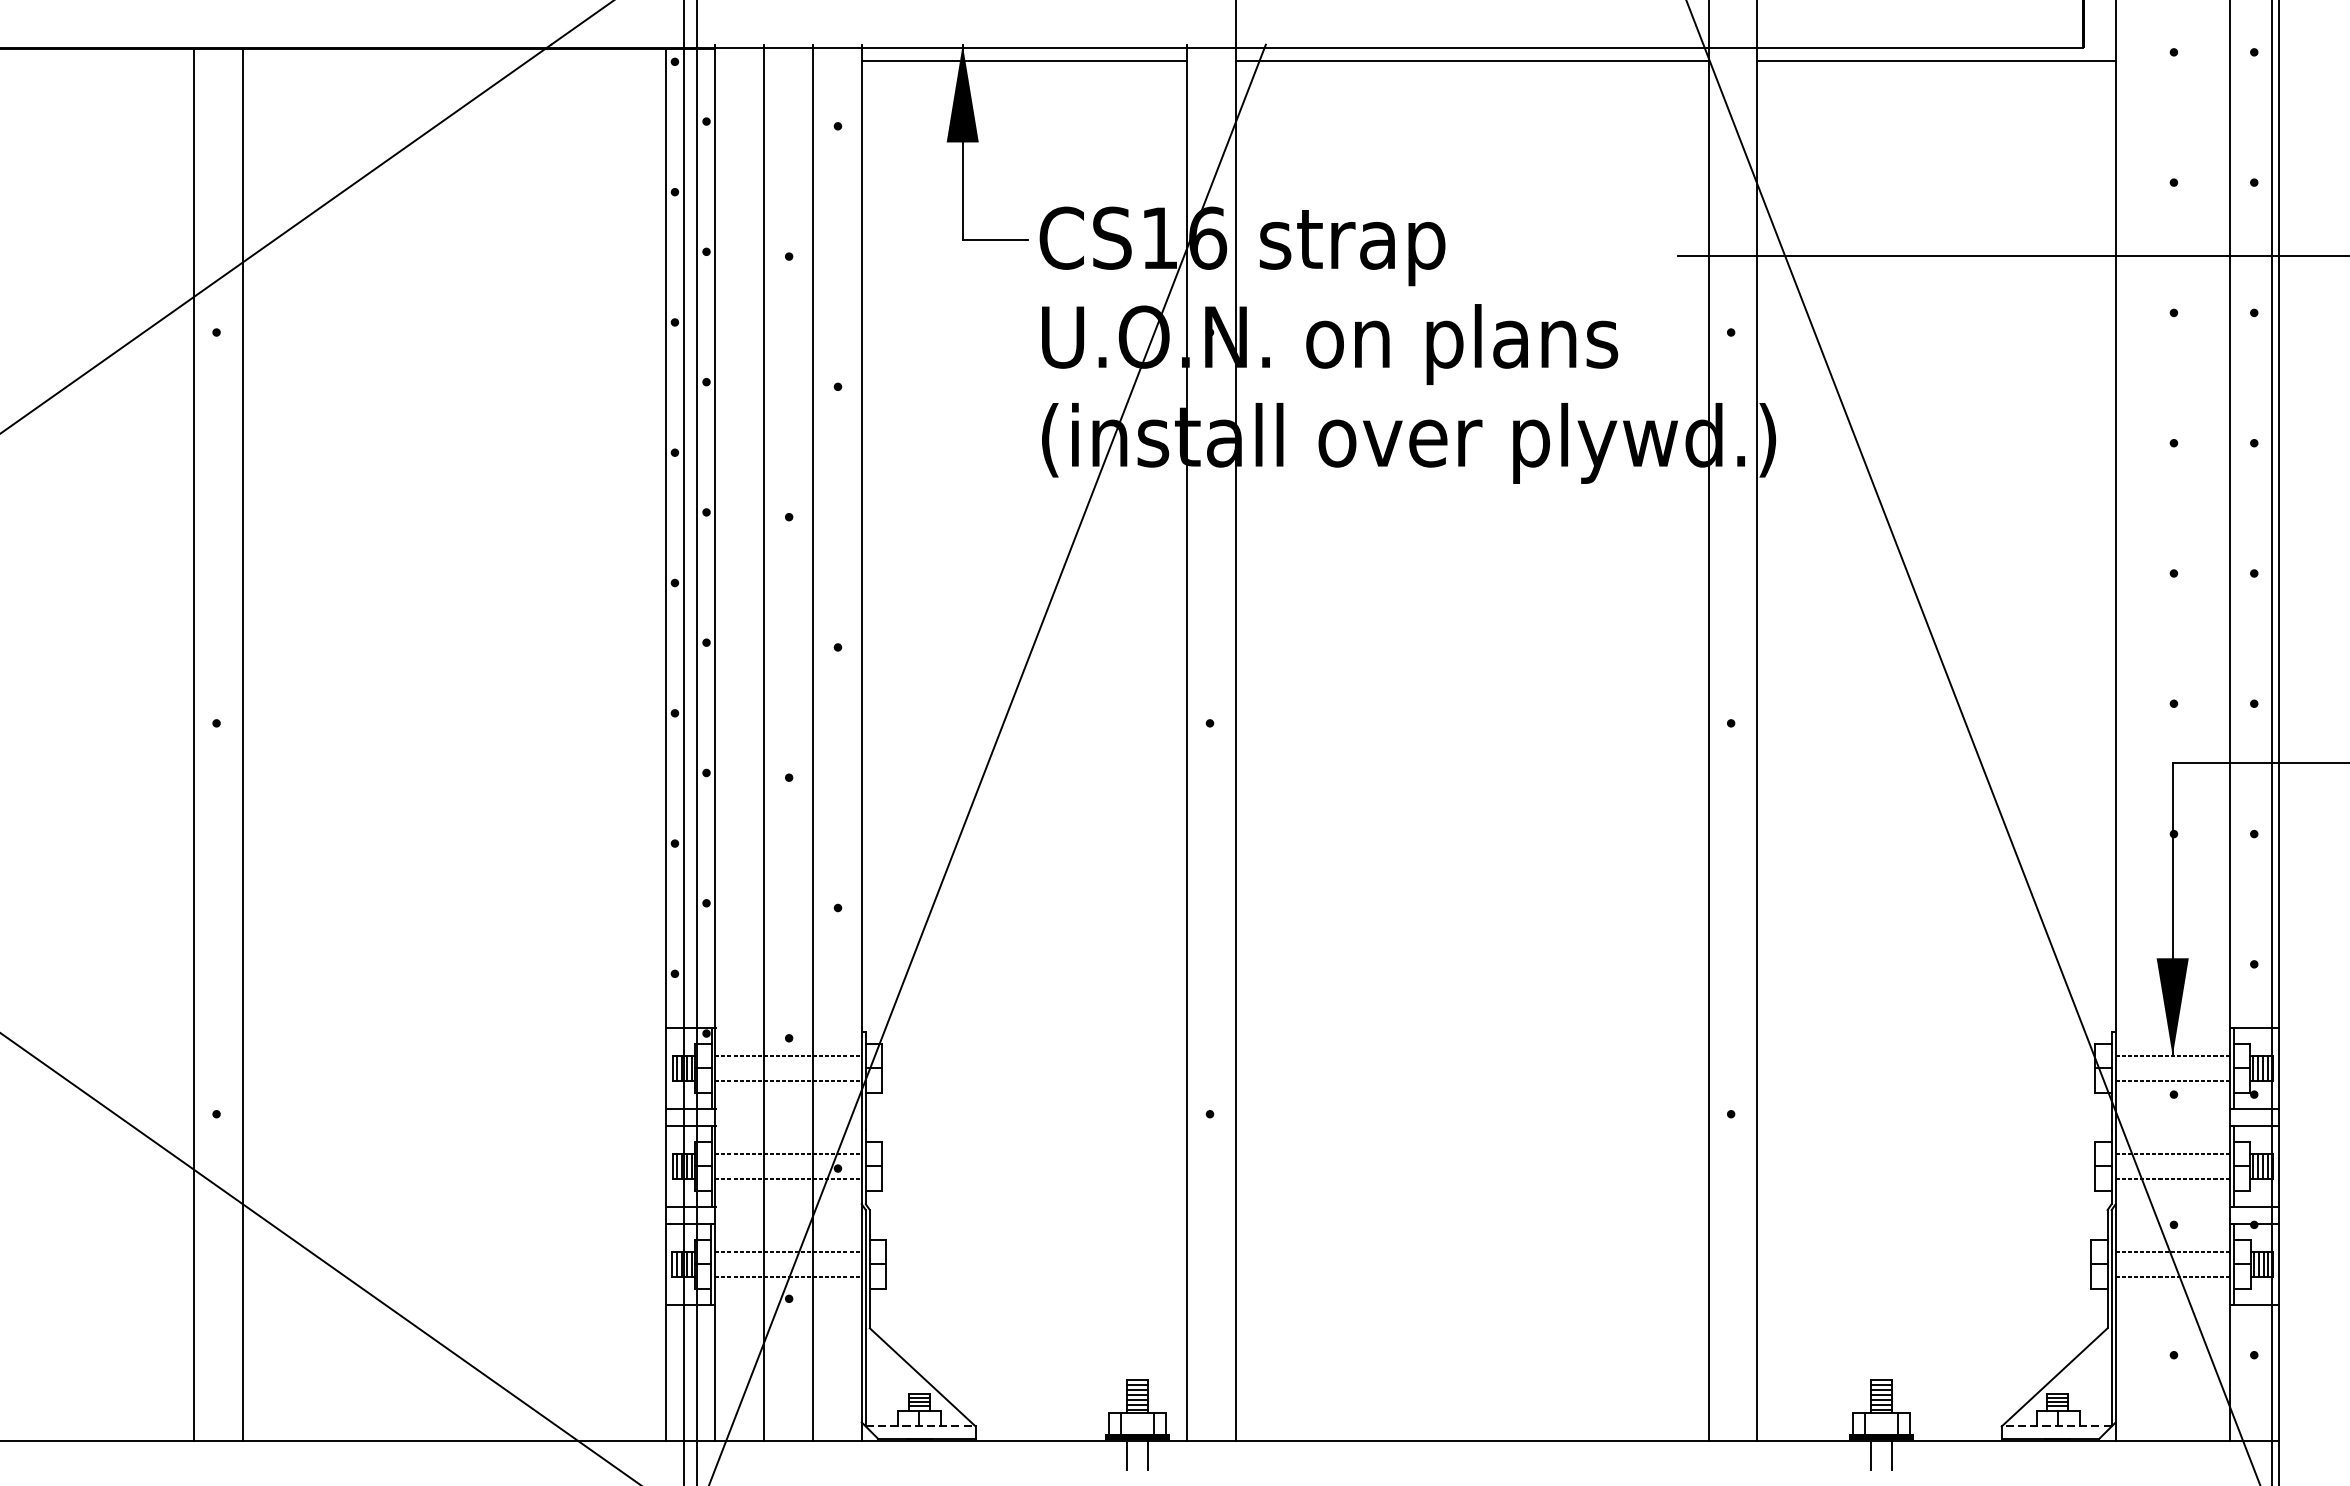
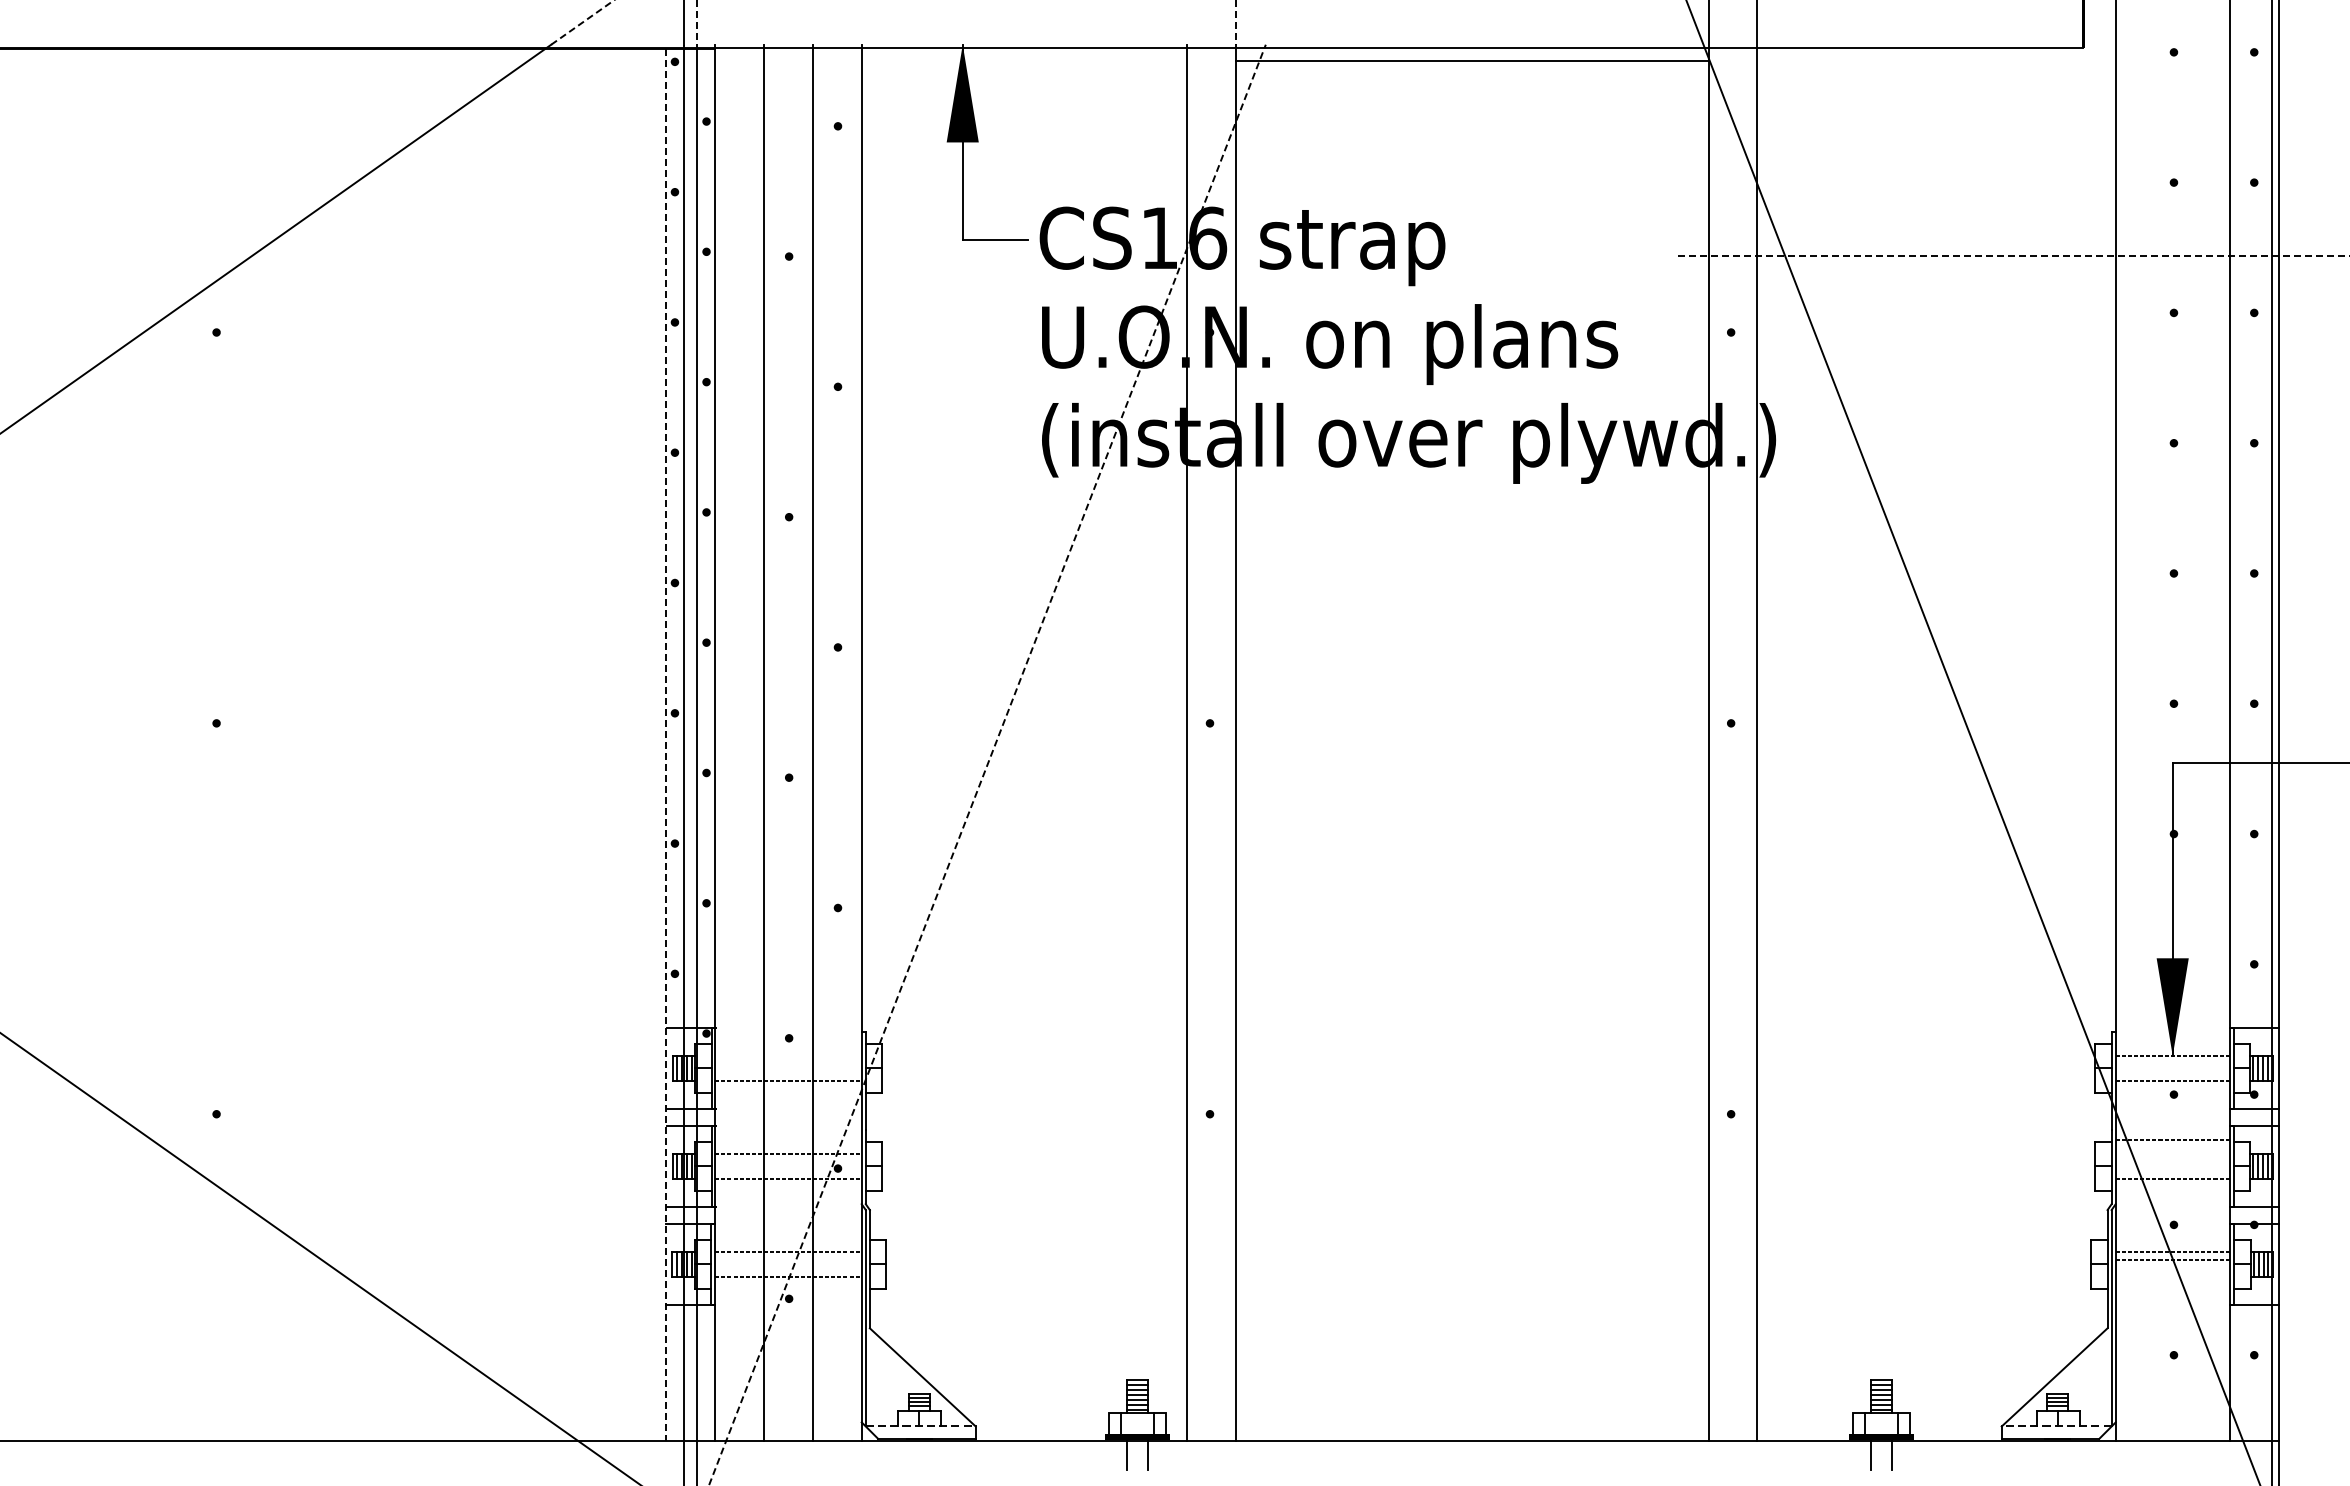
line at (583, 22): solid -> dashed
line at (697, 22): solid -> dashed
line at (1236, 22): solid -> dashed
line at (1024, 61): present -> none
line at (1936, 61): present -> none
line at (2013, 256): solid -> dashed
line at (194, 744): present -> none
line at (242, 744): present -> none
line at (666, 745): solid -> dashed
line at (987, 764): solid -> dashed
line at (788, 1056): present -> none
line at (2172, 1154) position: (2172, 1154) -> (2172, 1140)
line at (2172, 1276) position: (2172, 1276) -> (2172, 1259)
